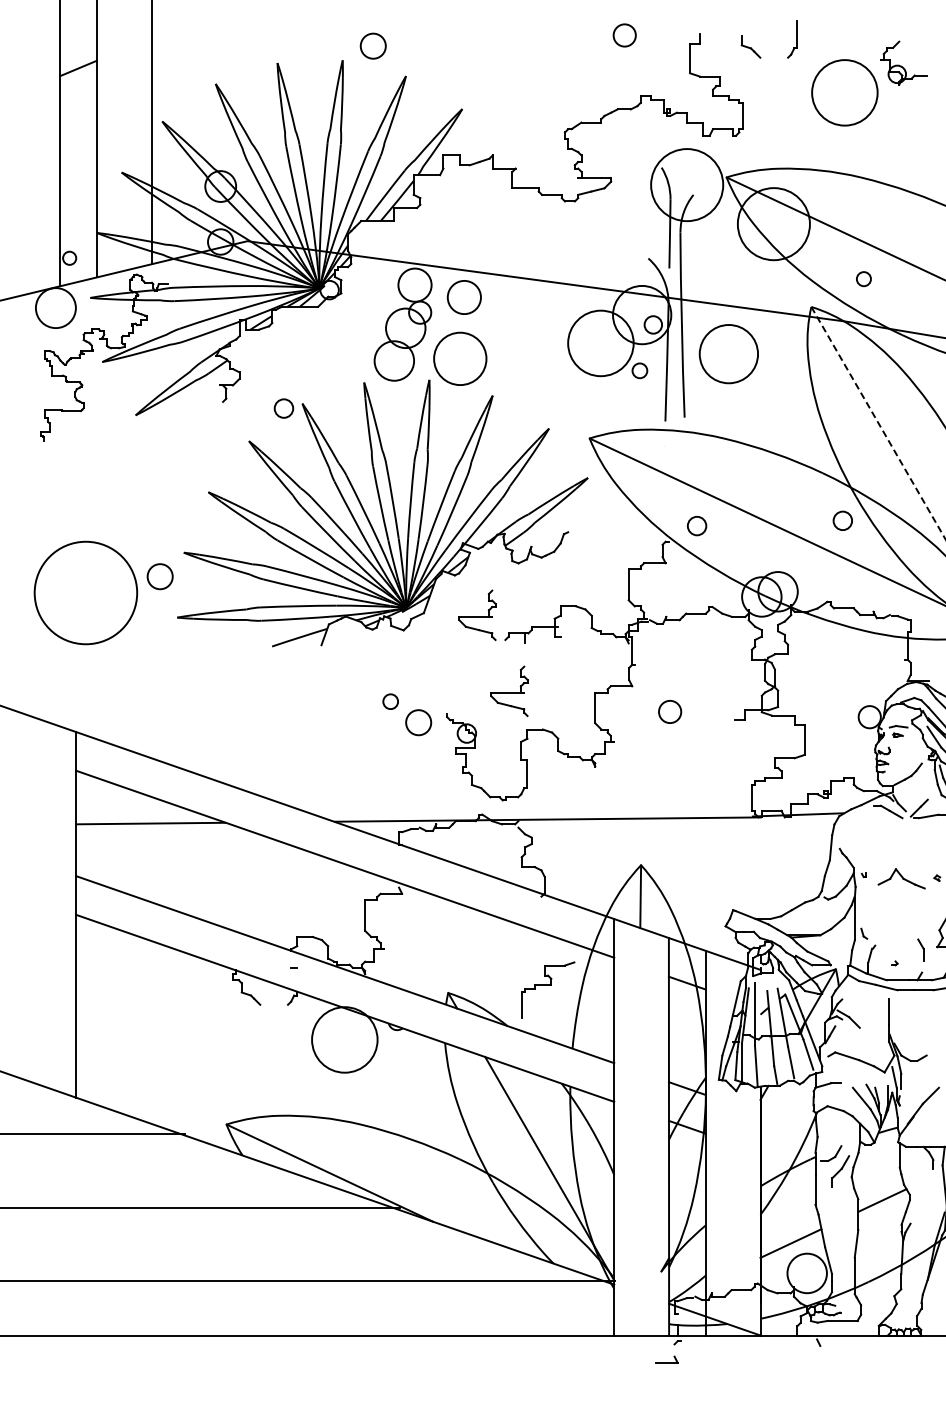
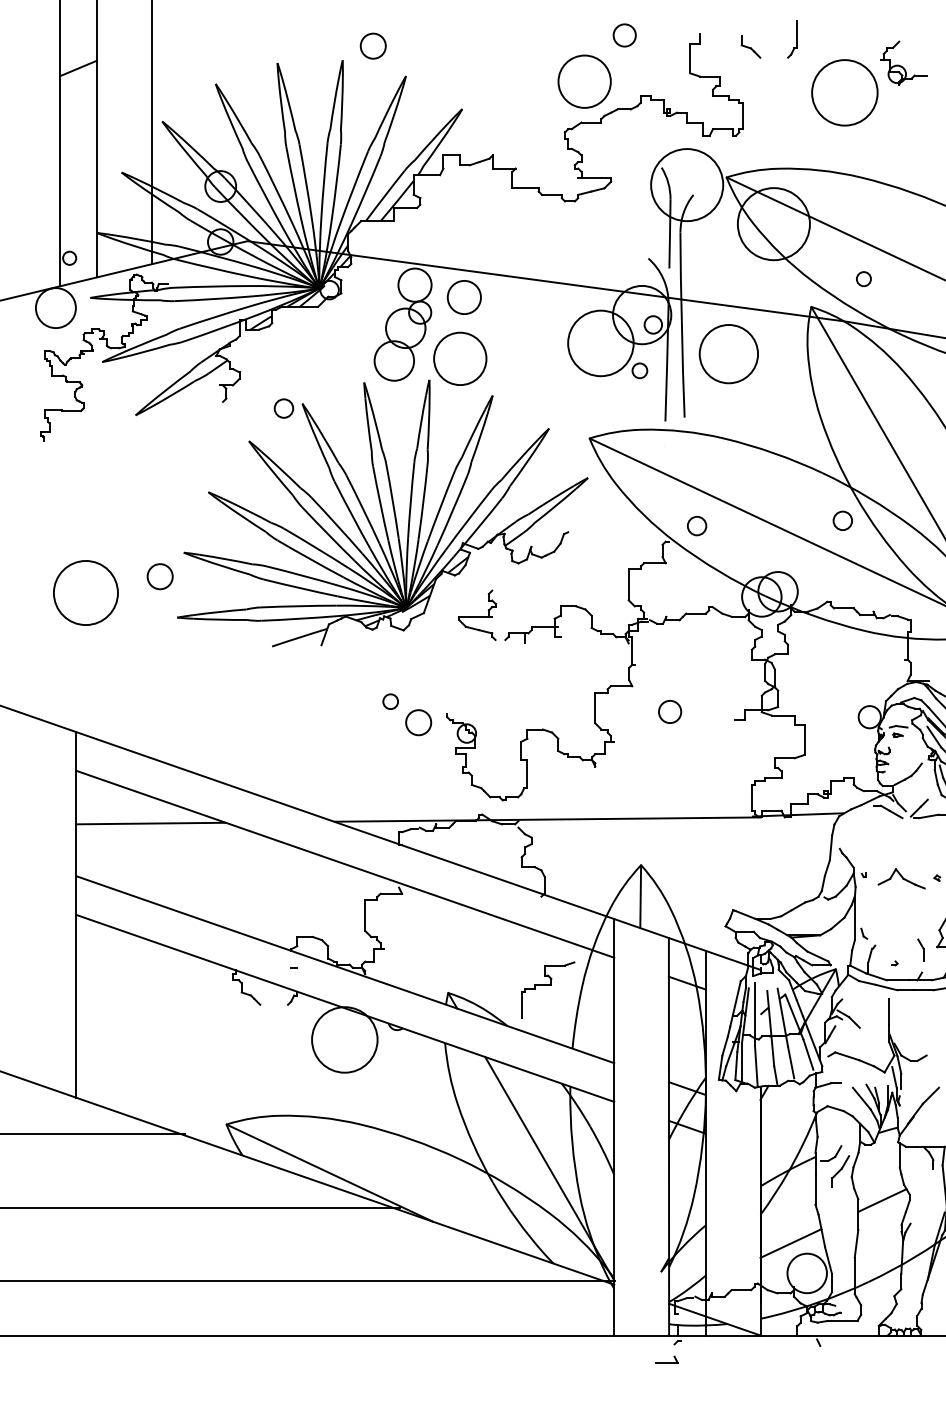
circle at (584, 81): none -> present
line at (878, 423): dashed -> solid
circle at (85, 592) diameter: 102 px -> 64 px
part at (509, 691): present -> none
